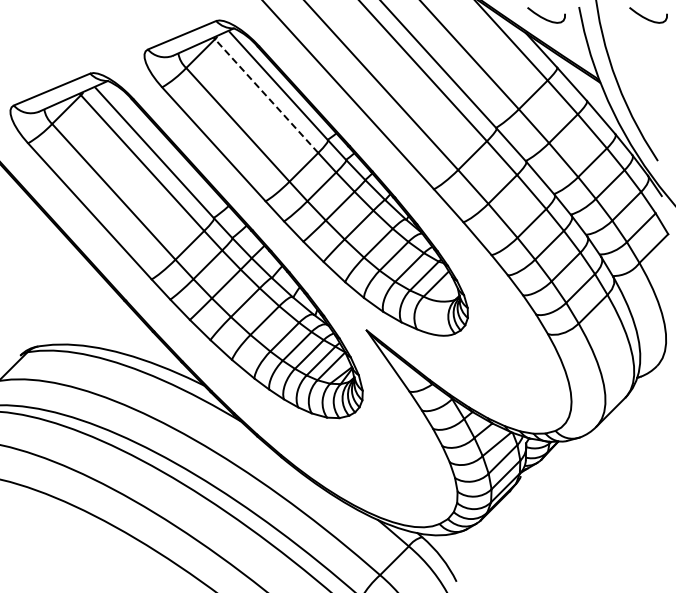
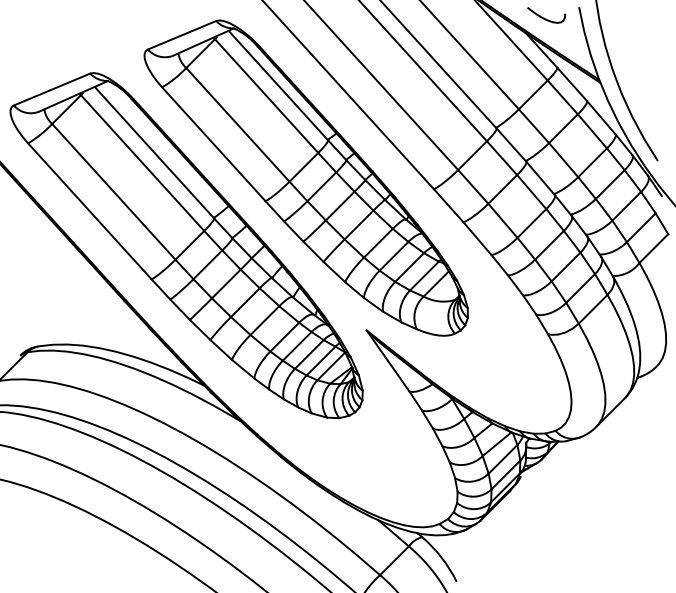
curve at (646, 17): present -> none
line at (266, 96): dashed -> solid
